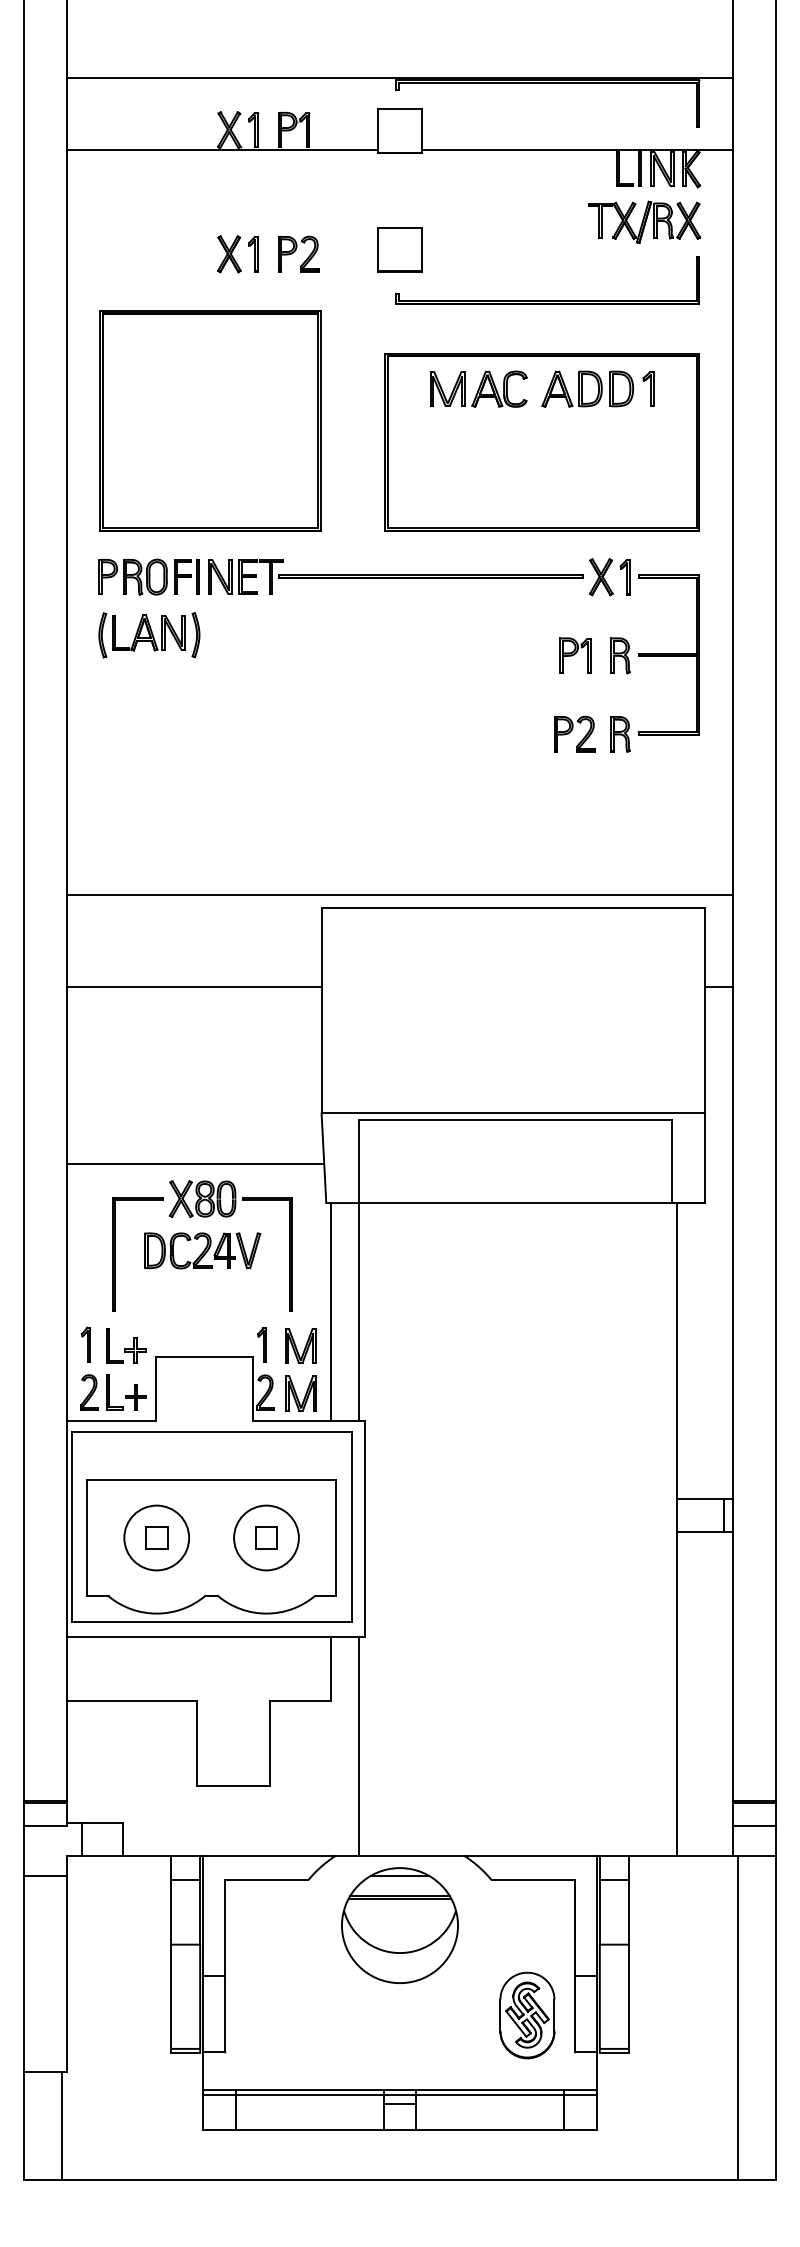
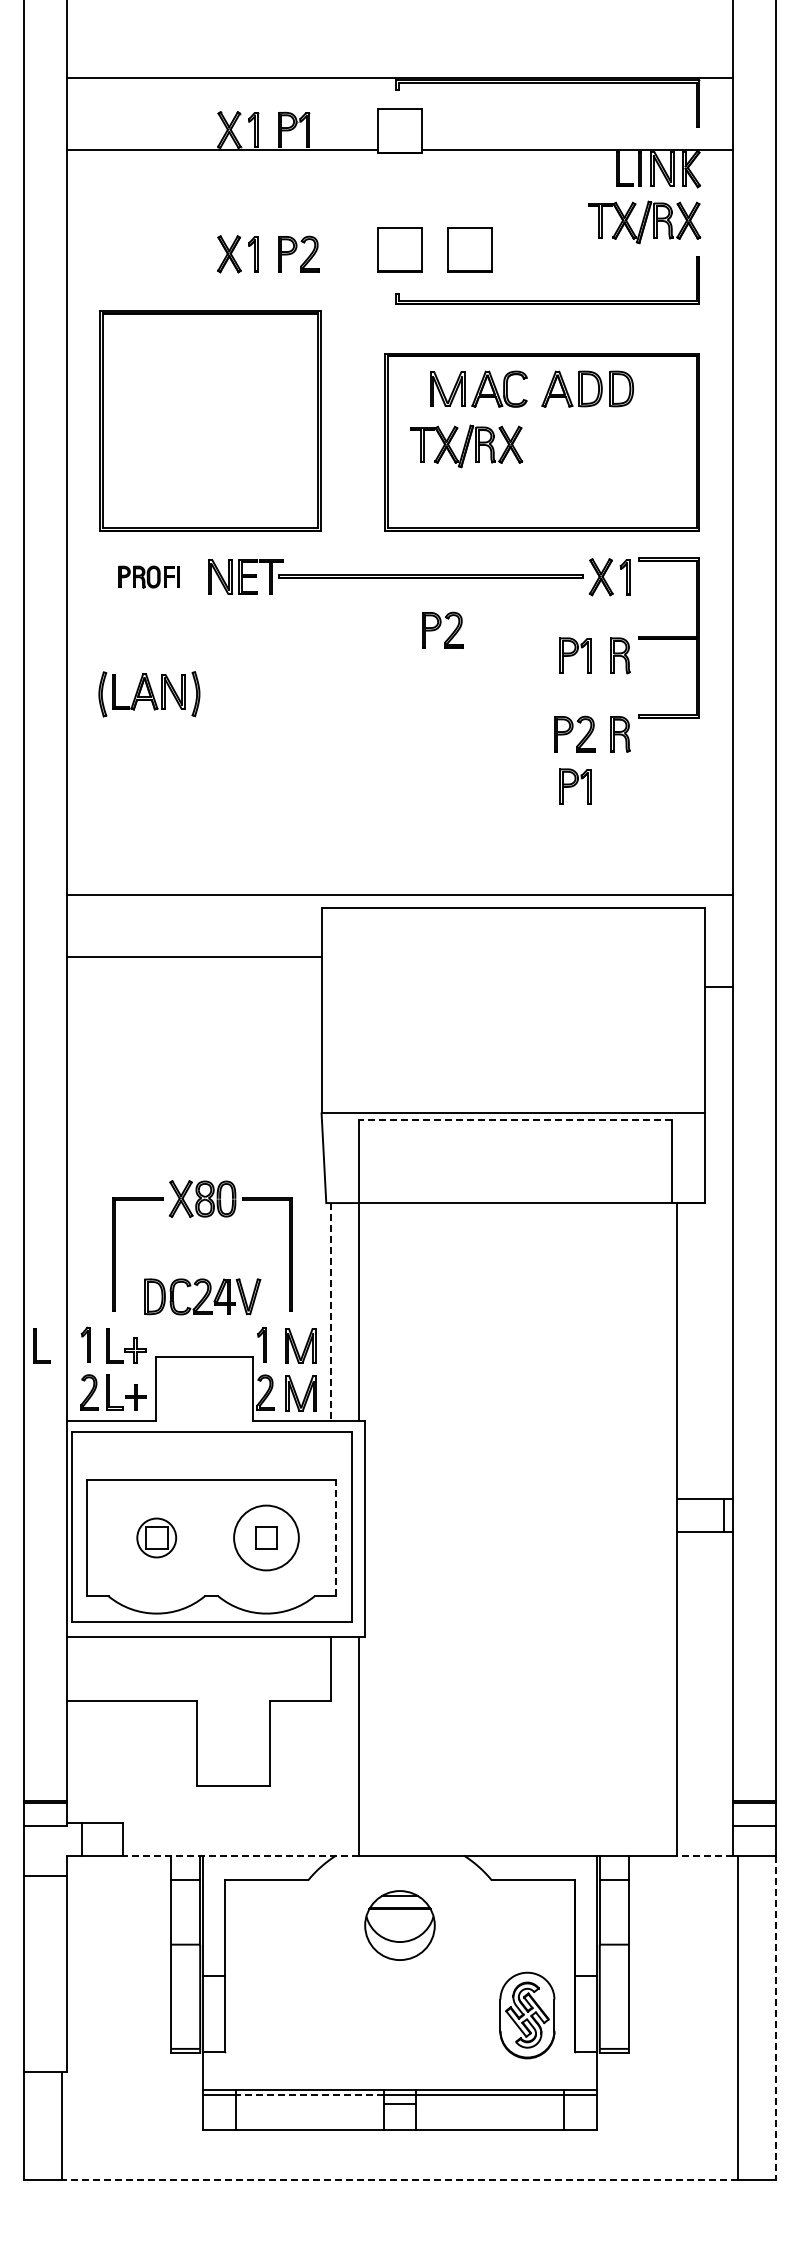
part at (469, 249): none -> present
part at (648, 388): present -> none
part at (466, 446): none -> present
part at (148, 576) size: 102x38 px -> 62x24 px
part at (442, 629): none -> present
part at (149, 635) position: (149, 635) -> (149, 694)
part at (668, 654) position: (668, 654) -> (668, 637)
part at (575, 786): none -> present
line at (194, 987) position: (194, 987) -> (194, 957)
line at (515, 1120): solid -> dashed
line at (195, 1164): present -> none
part at (202, 1250) position: (202, 1250) -> (202, 1296)
line at (330, 1312): solid -> dashed
part at (41, 1345): none -> present
circle at (156, 1537) diameter: 65 px -> 39 px
line at (336, 1537): solid -> dashed
line at (241, 1855): solid -> dashed
line at (704, 1855): solid -> dashed
part at (399, 1925) size: 118x117 px -> 72x71 px
line at (775, 2018): solid -> dashed
line at (309, 2095): solid -> dashed
line at (400, 2179): solid -> dashed
